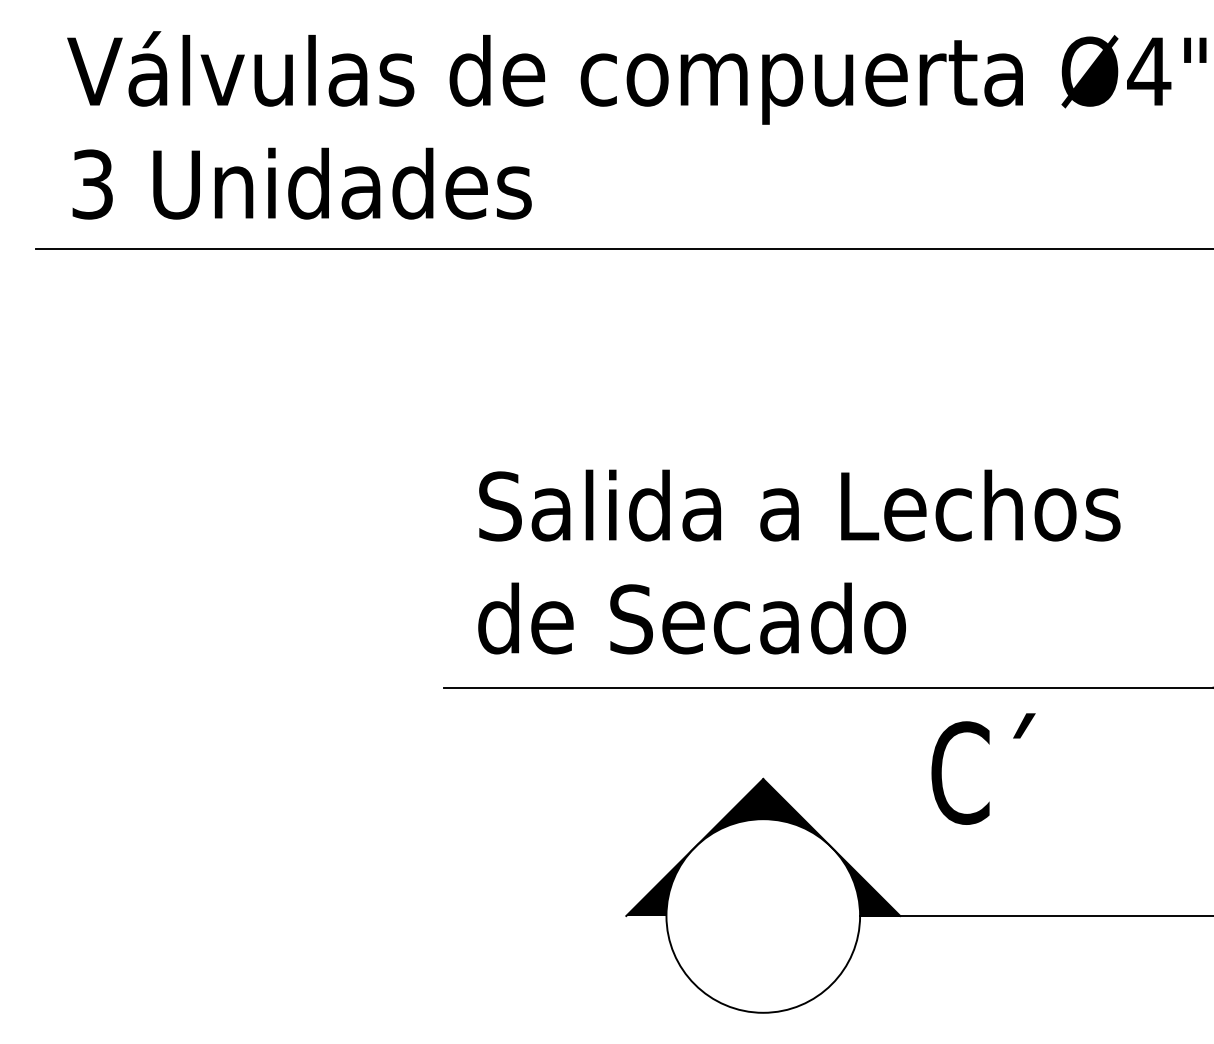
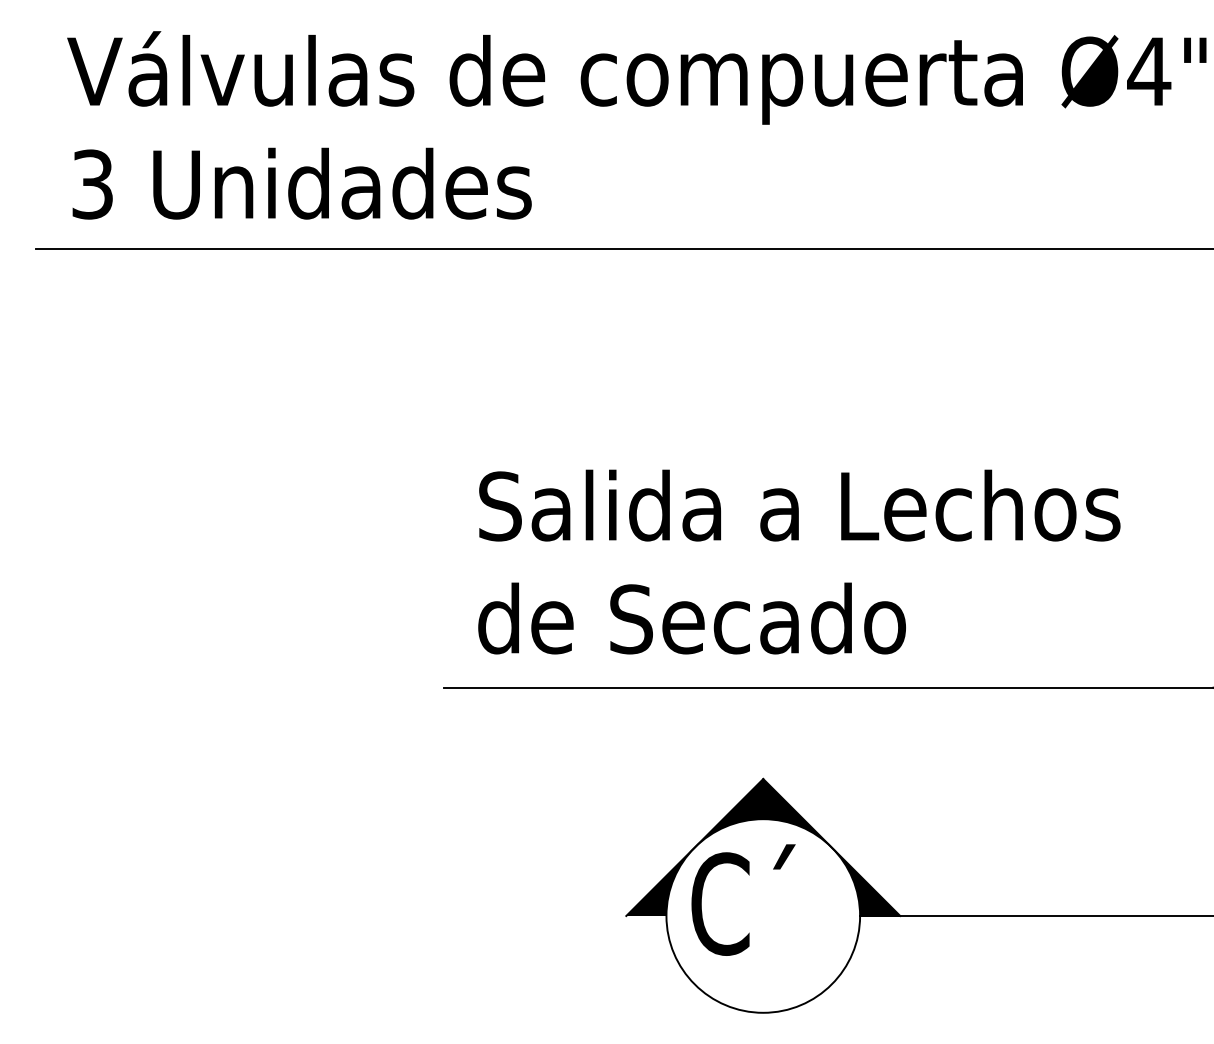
text at (983, 768) position: (983, 768) -> (743, 899)
